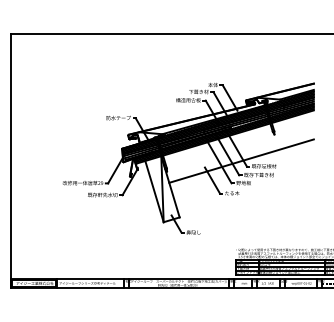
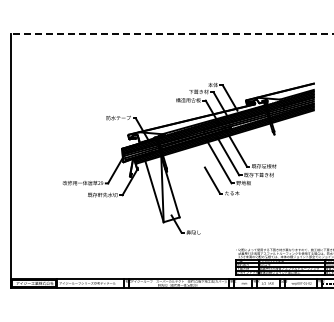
line at (171, 33): solid -> dashed
line at (241, 160): present -> none
